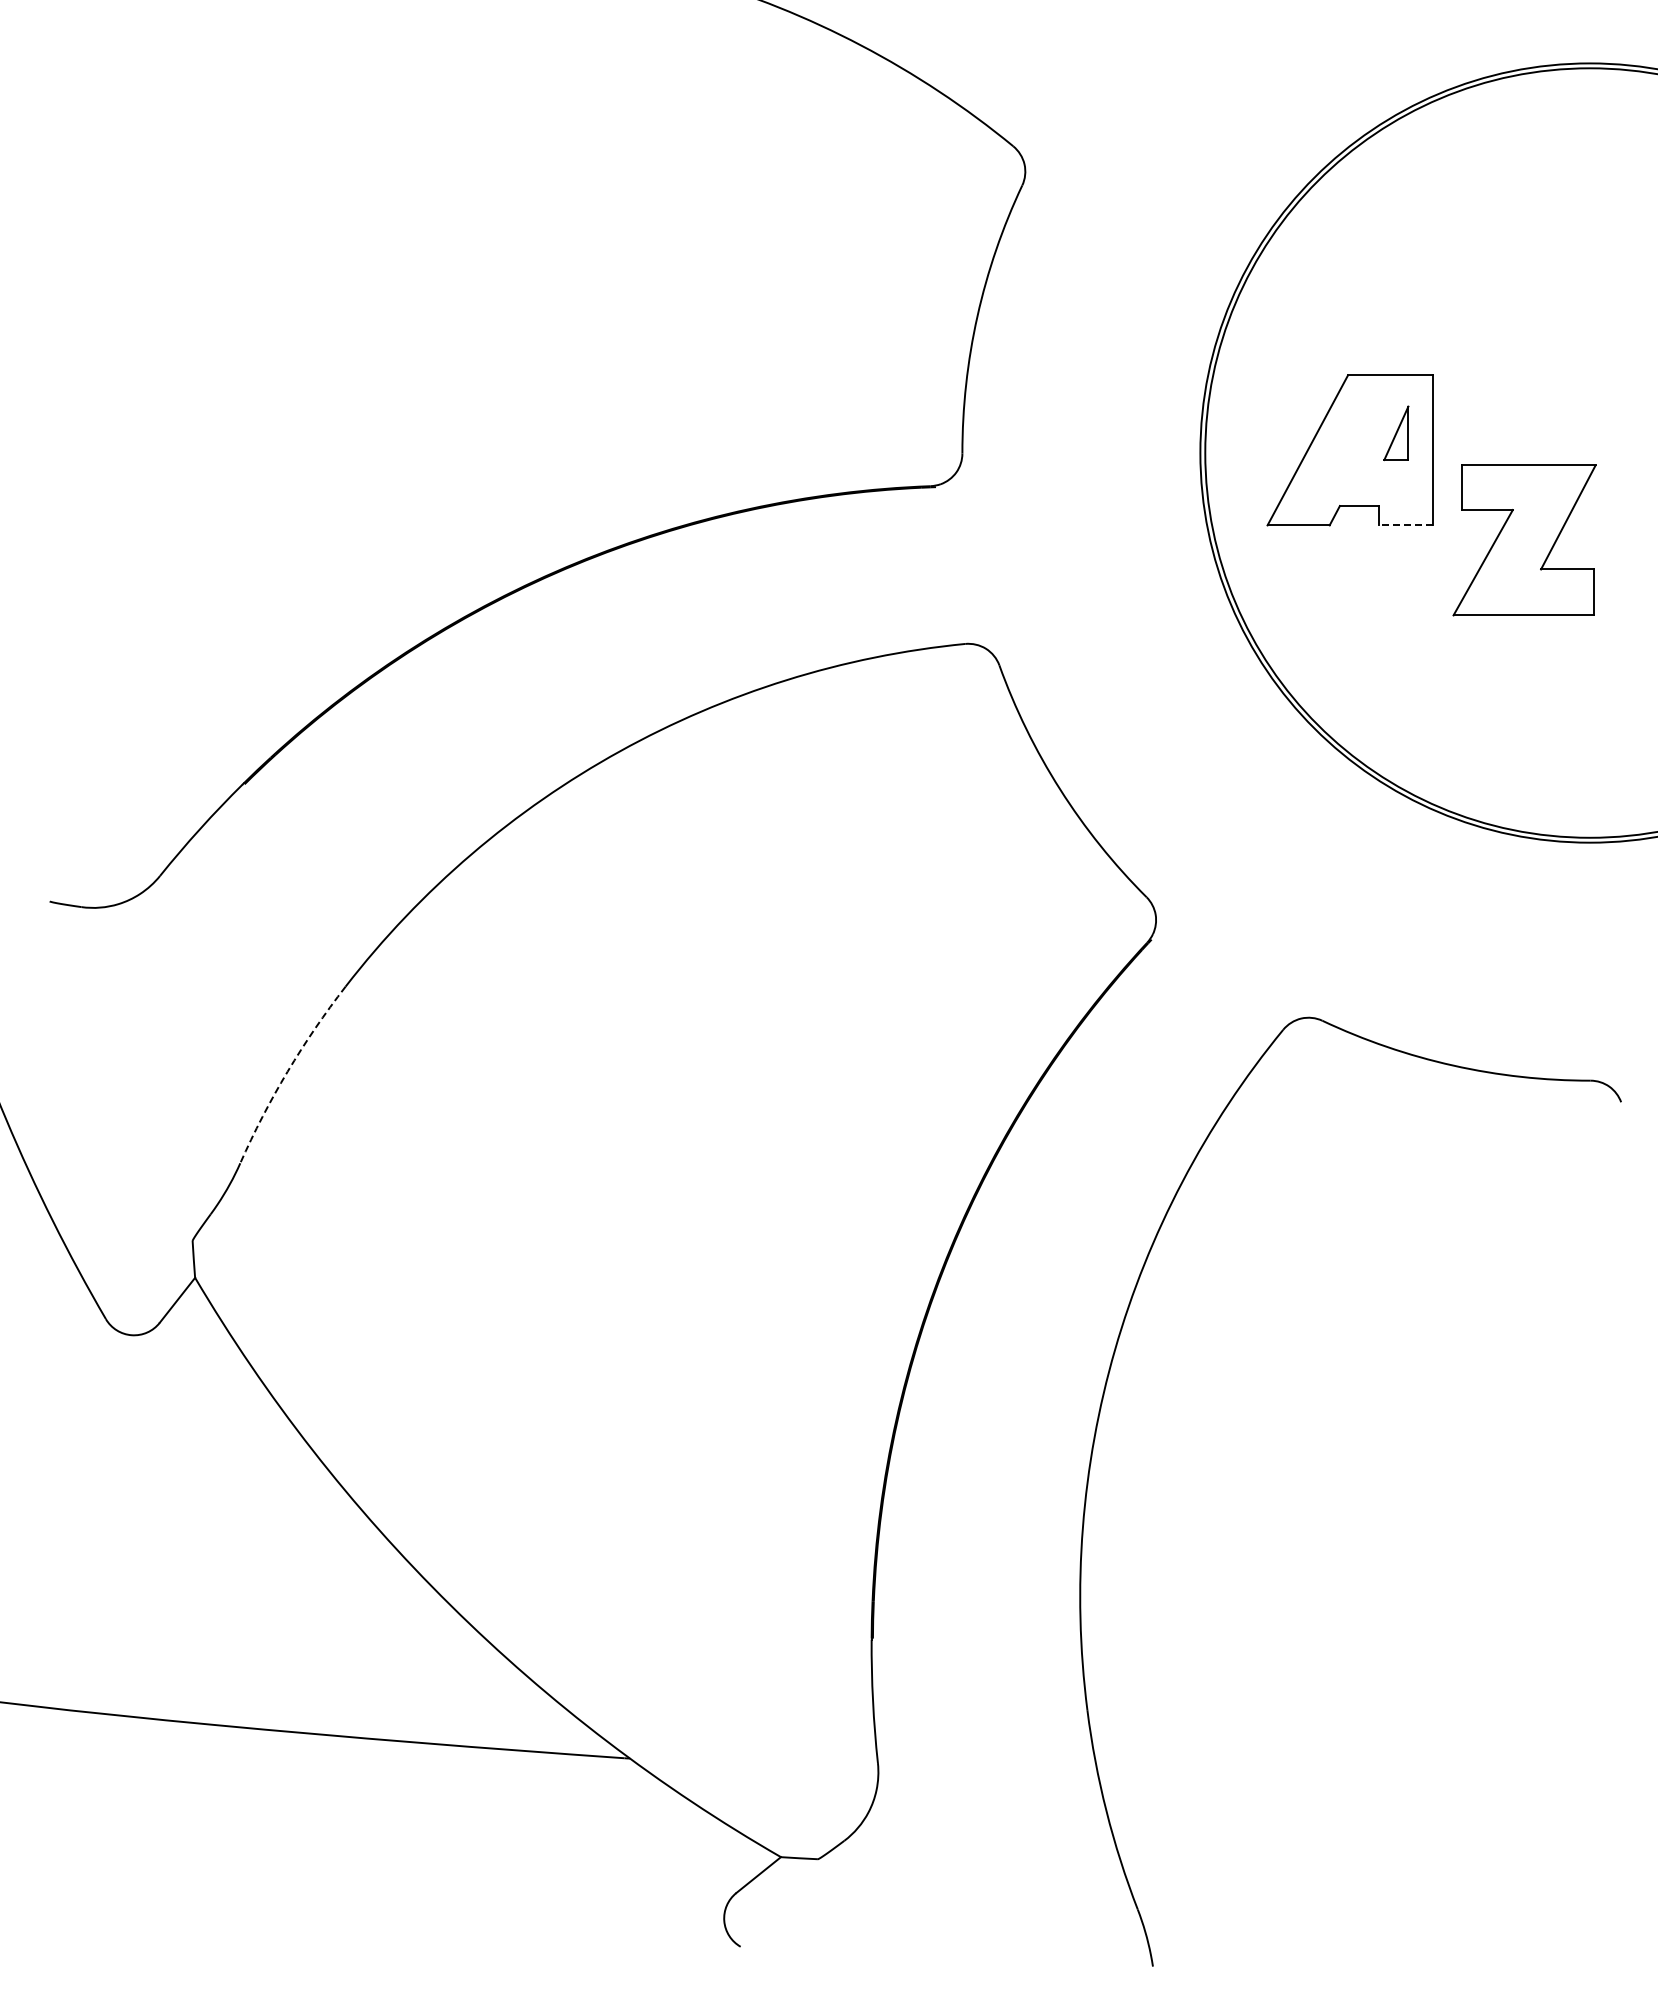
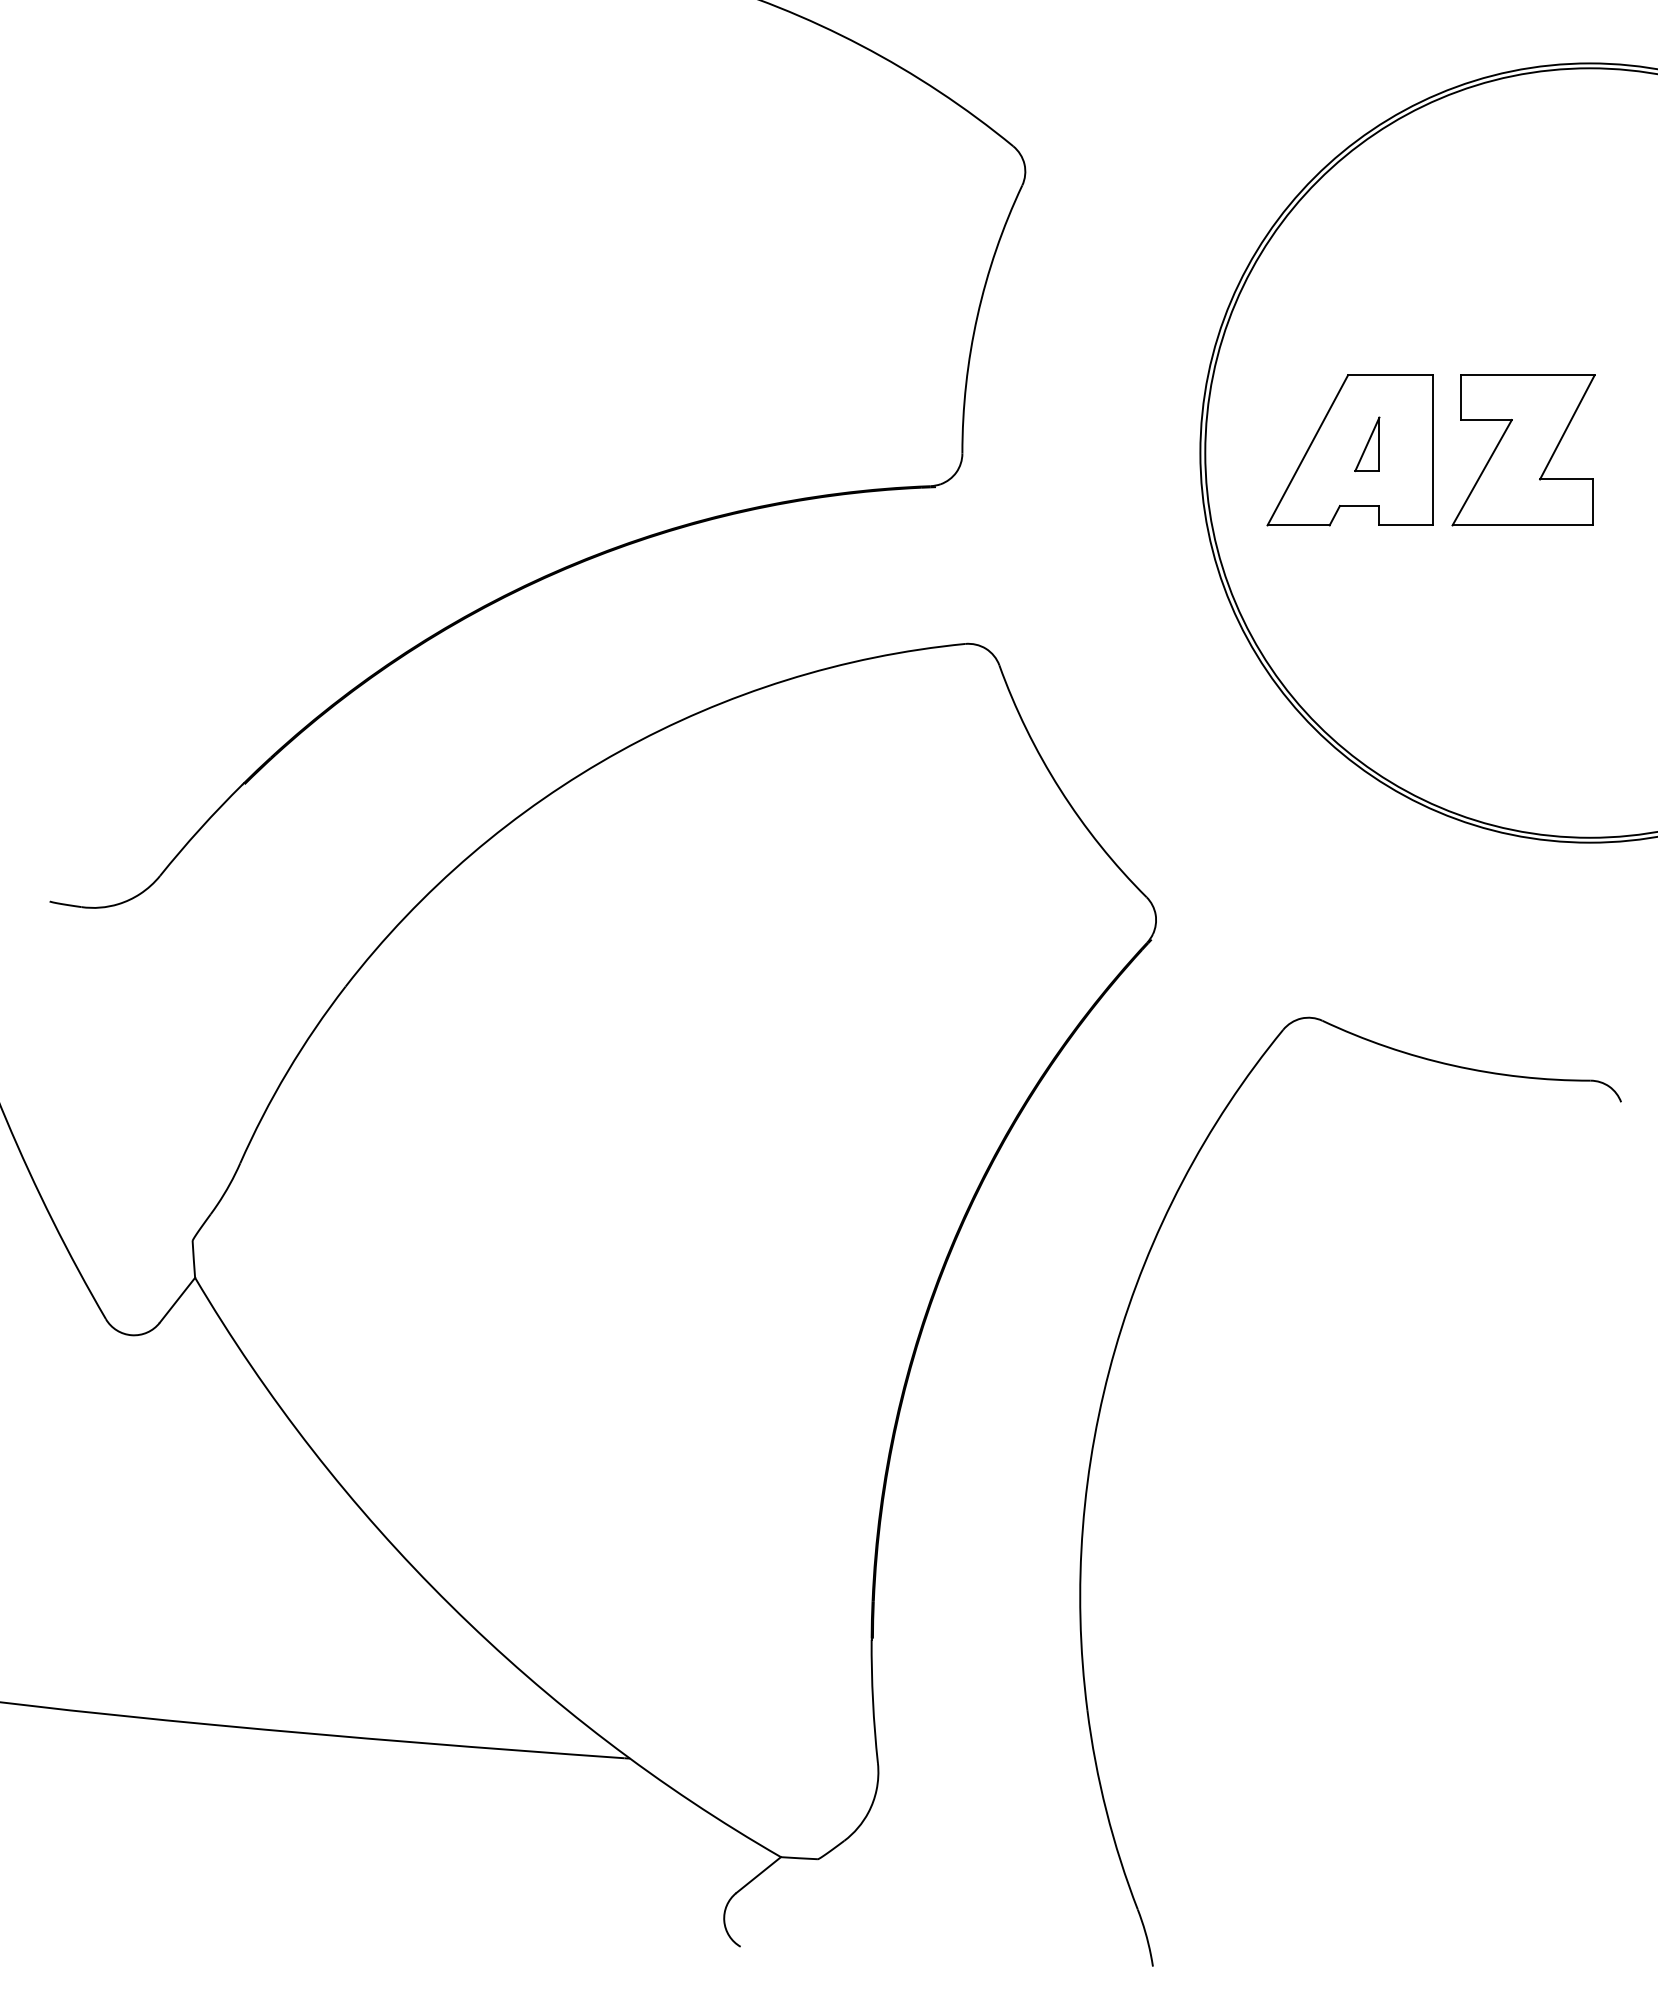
part at (1396, 433) position: (1396, 433) -> (1367, 444)
line at (1405, 525): dashed -> solid
part at (1524, 540) position: (1524, 540) -> (1523, 450)
arc at (287, 1071): dashed -> solid
